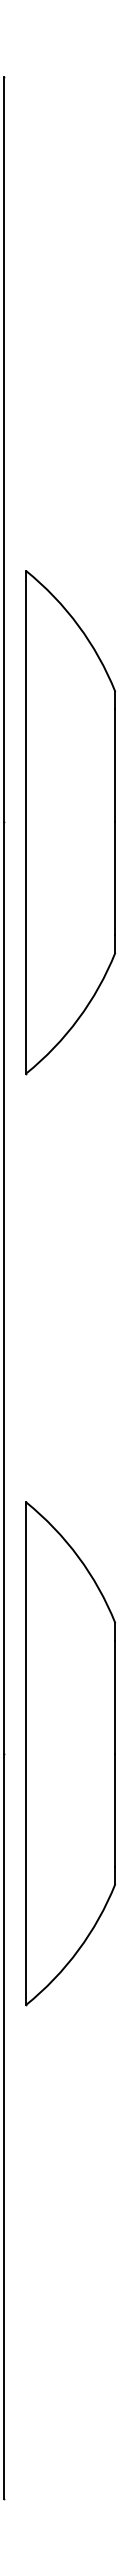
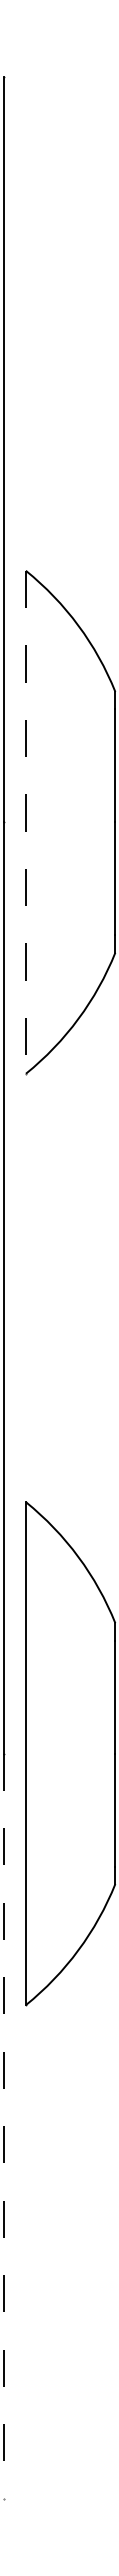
line at (25, 822): solid -> dashed
line at (3, 2126): solid -> dashed
